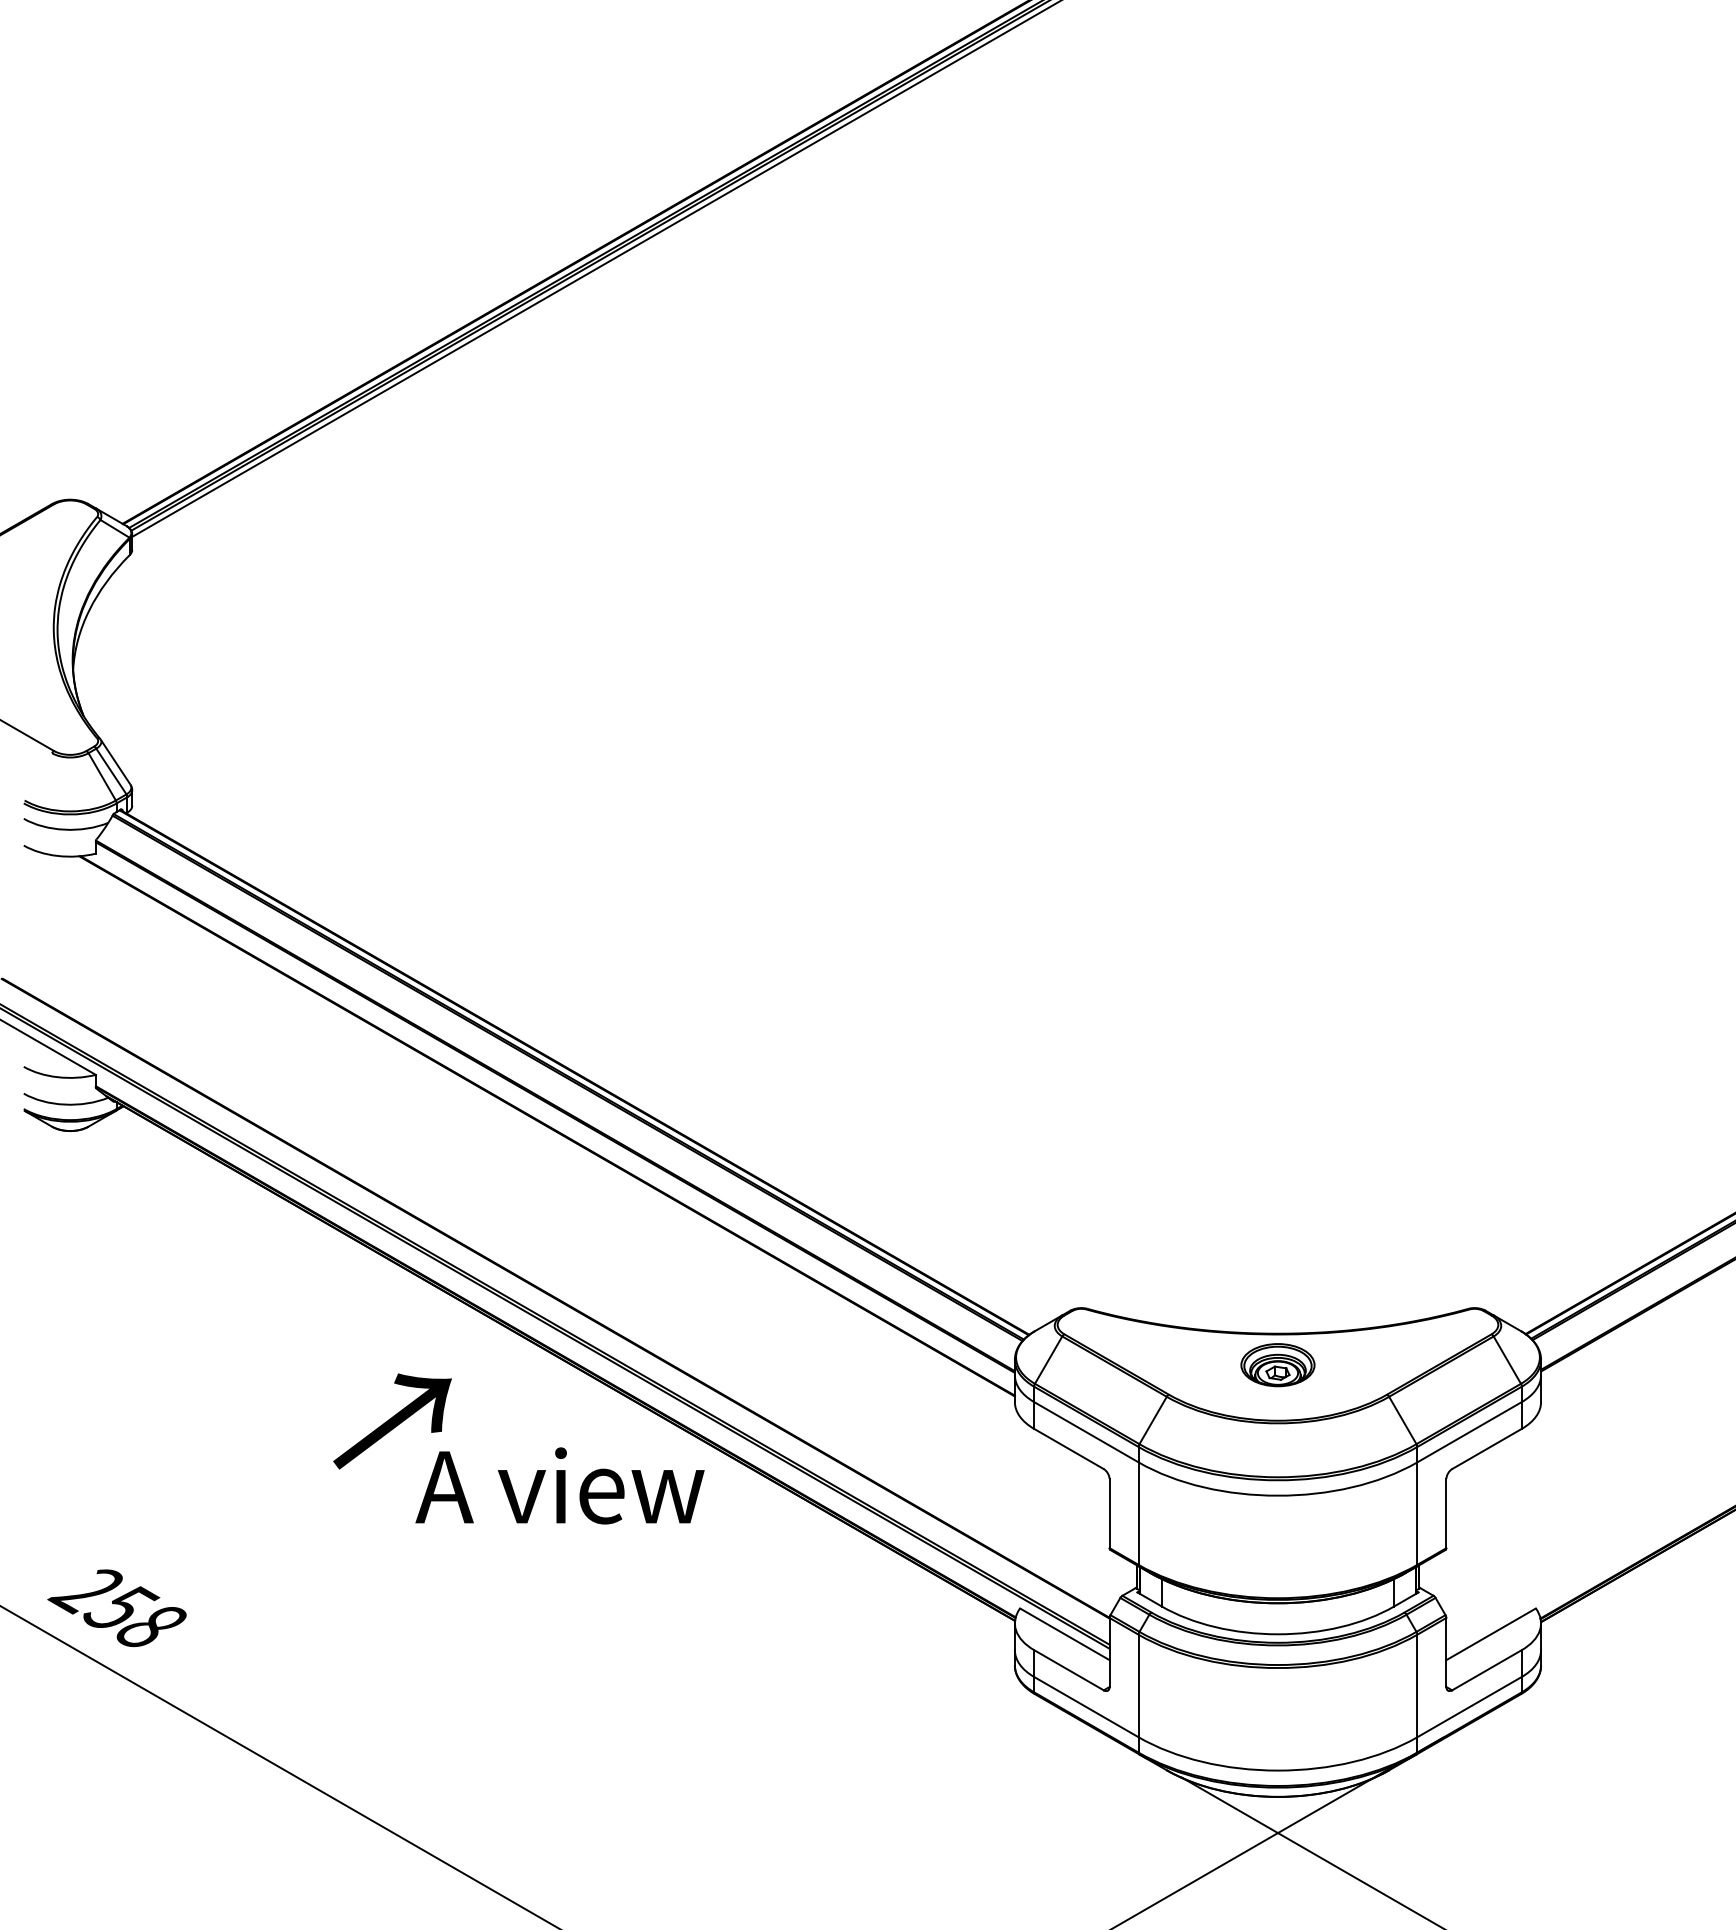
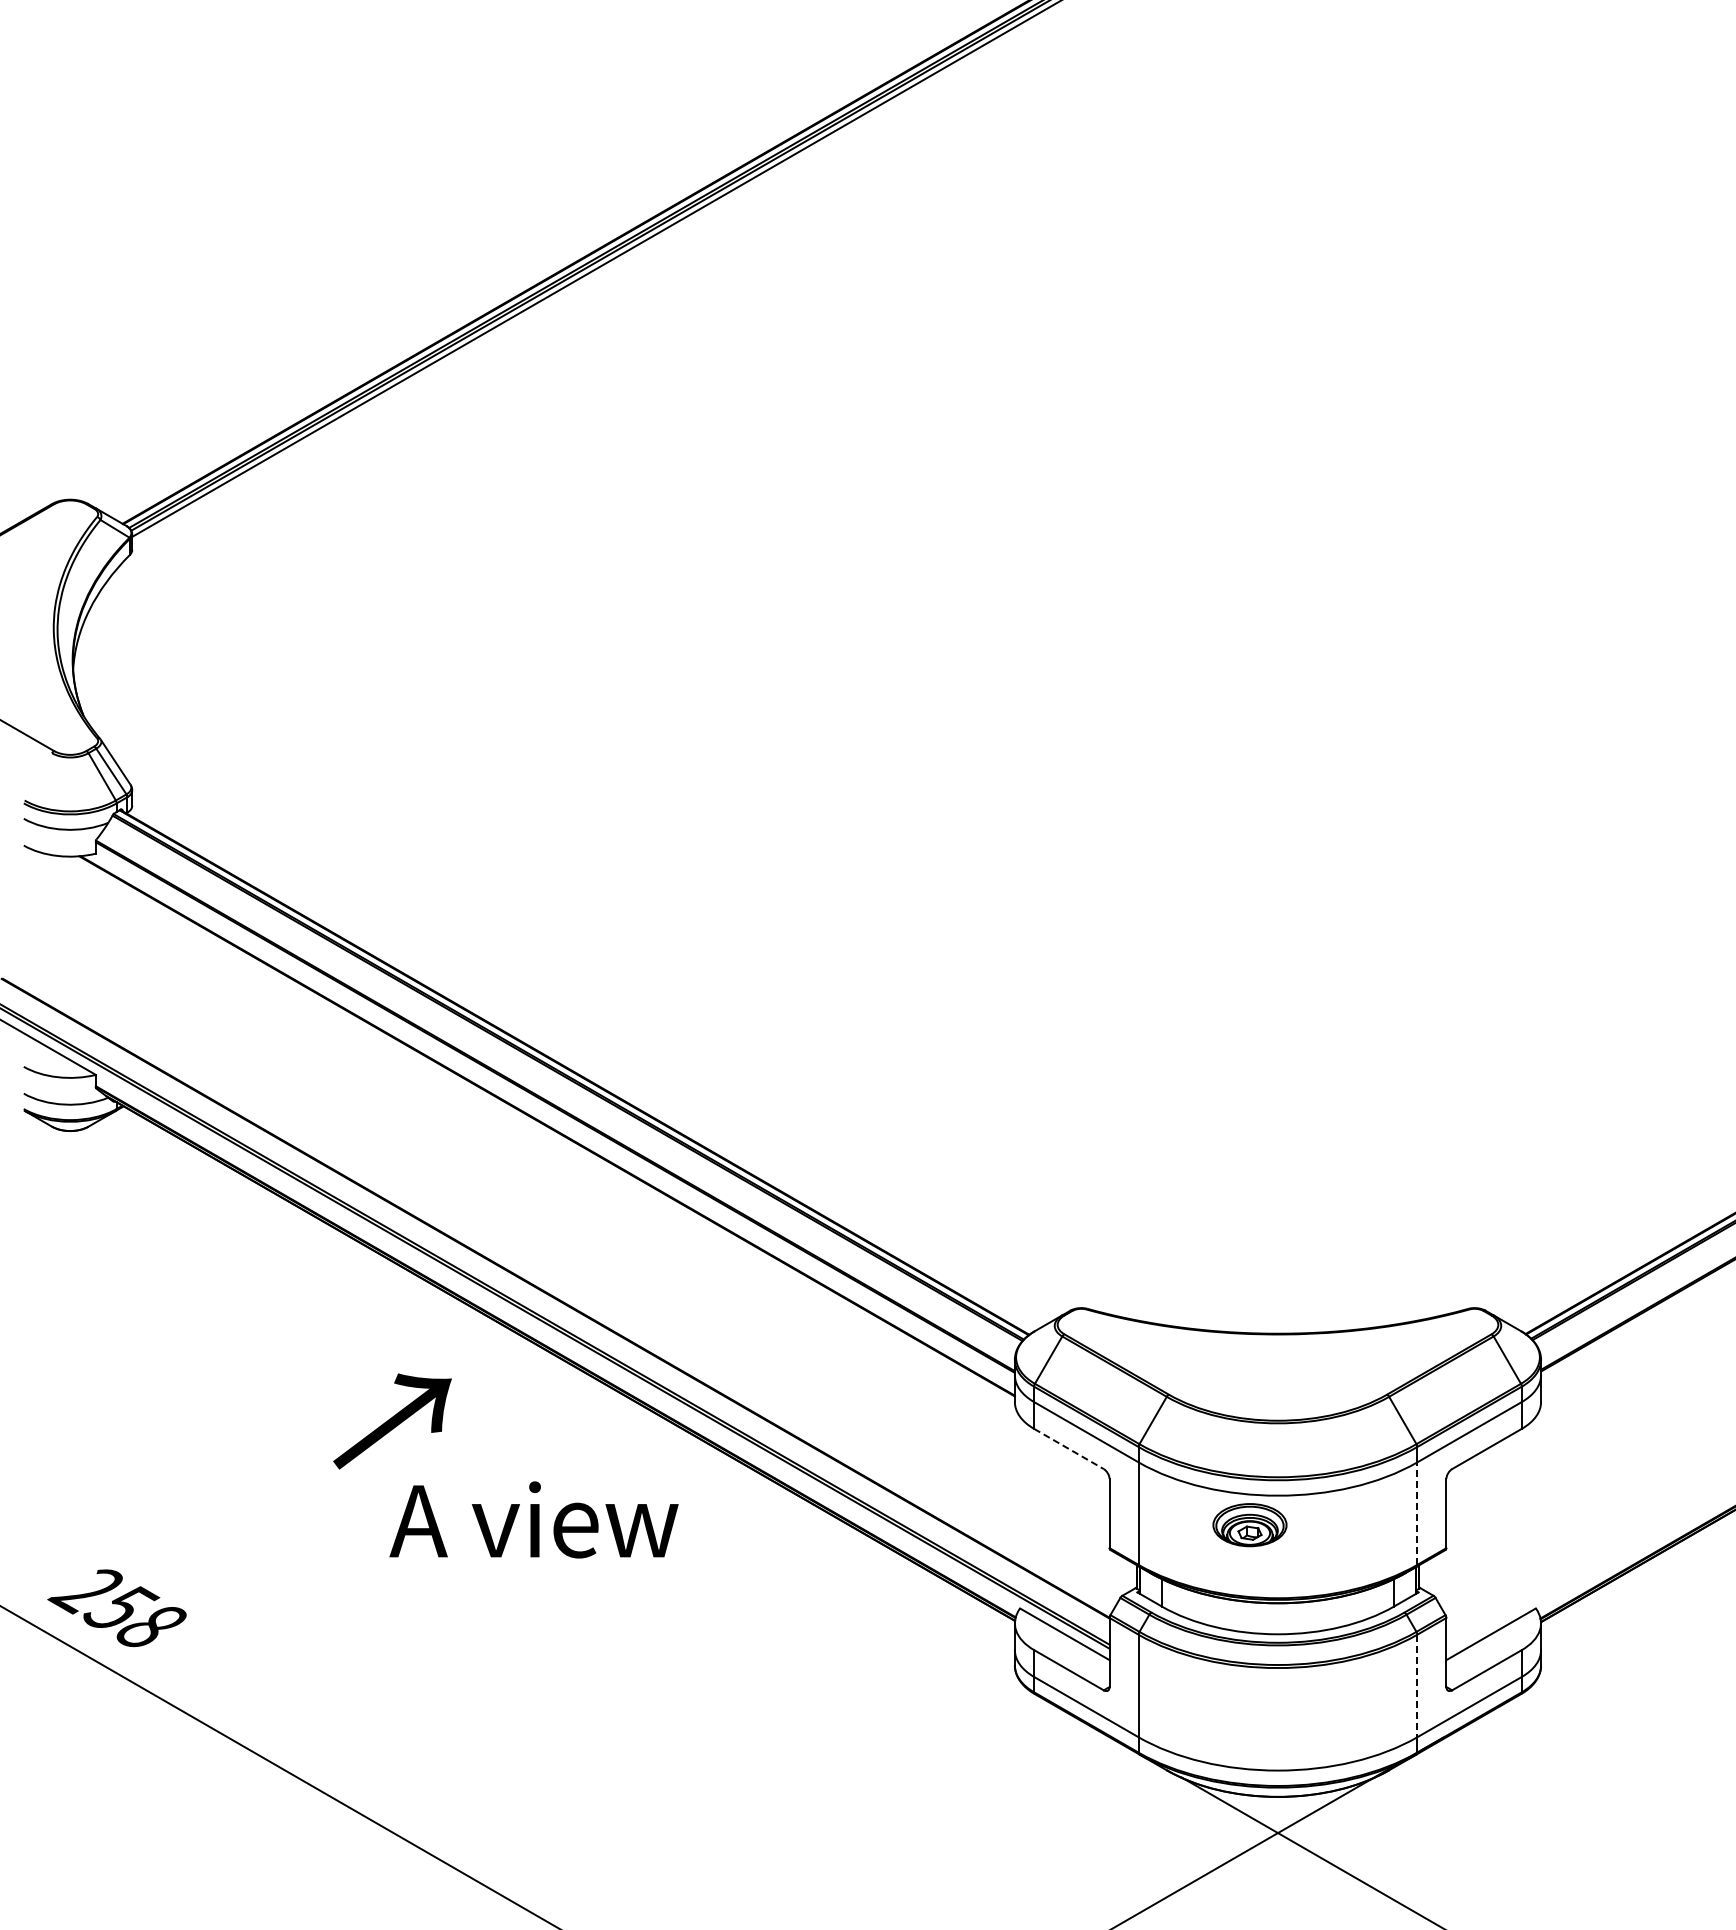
part at (1277, 1365) position: (1277, 1365) -> (1249, 1525)
line at (1069, 1449): solid -> dashed
text at (559, 1485) position: (559, 1485) -> (533, 1519)
line at (1417, 1513): solid -> dashed
line at (1417, 1686): solid -> dashed
